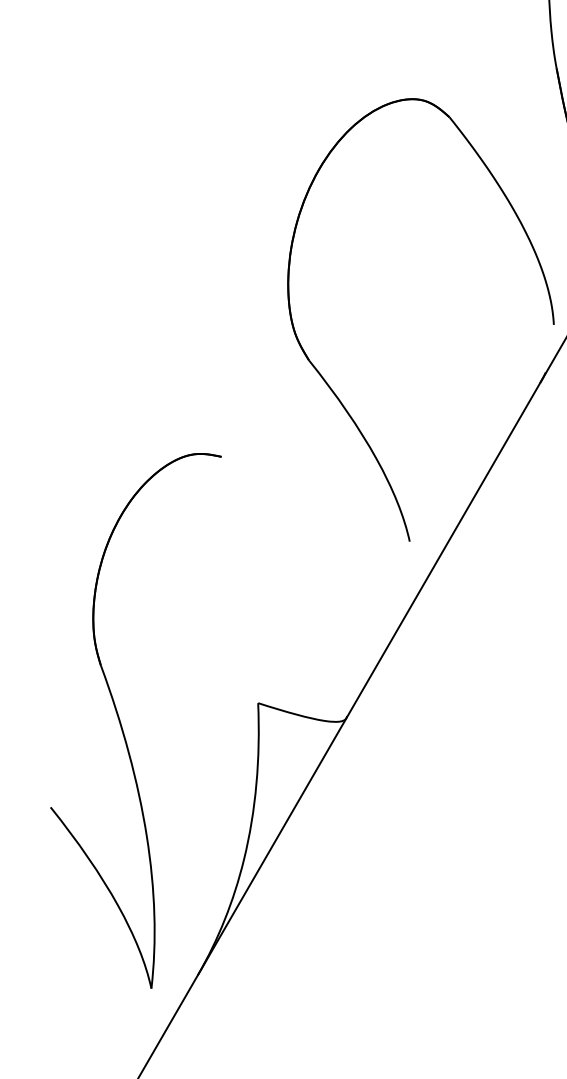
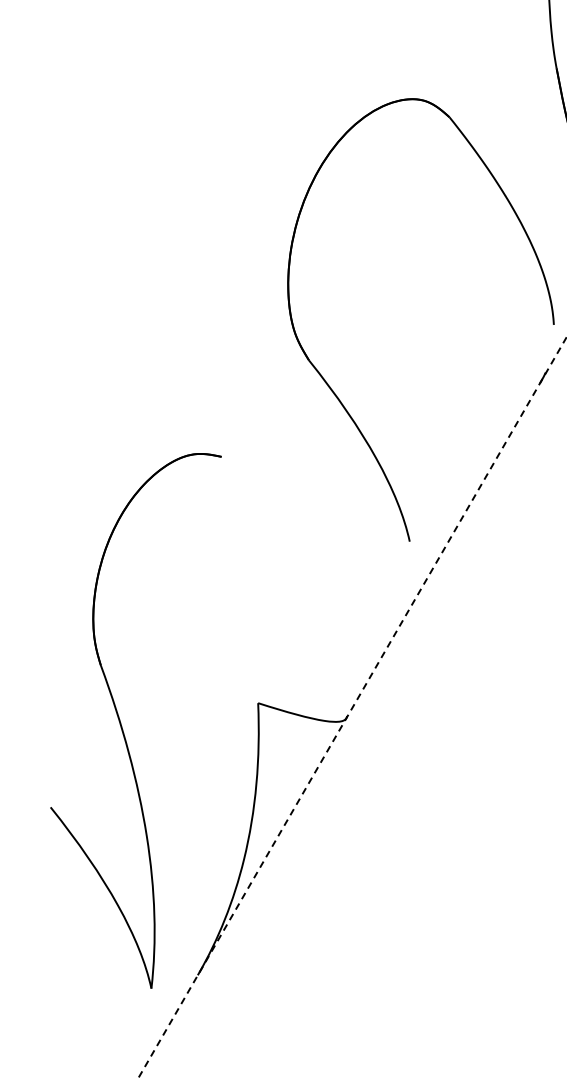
line at (352, 707): solid -> dashed
